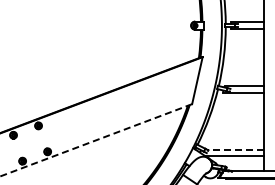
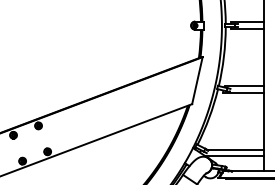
line at (96, 140): dashed -> solid
line at (234, 149): dashed -> solid
